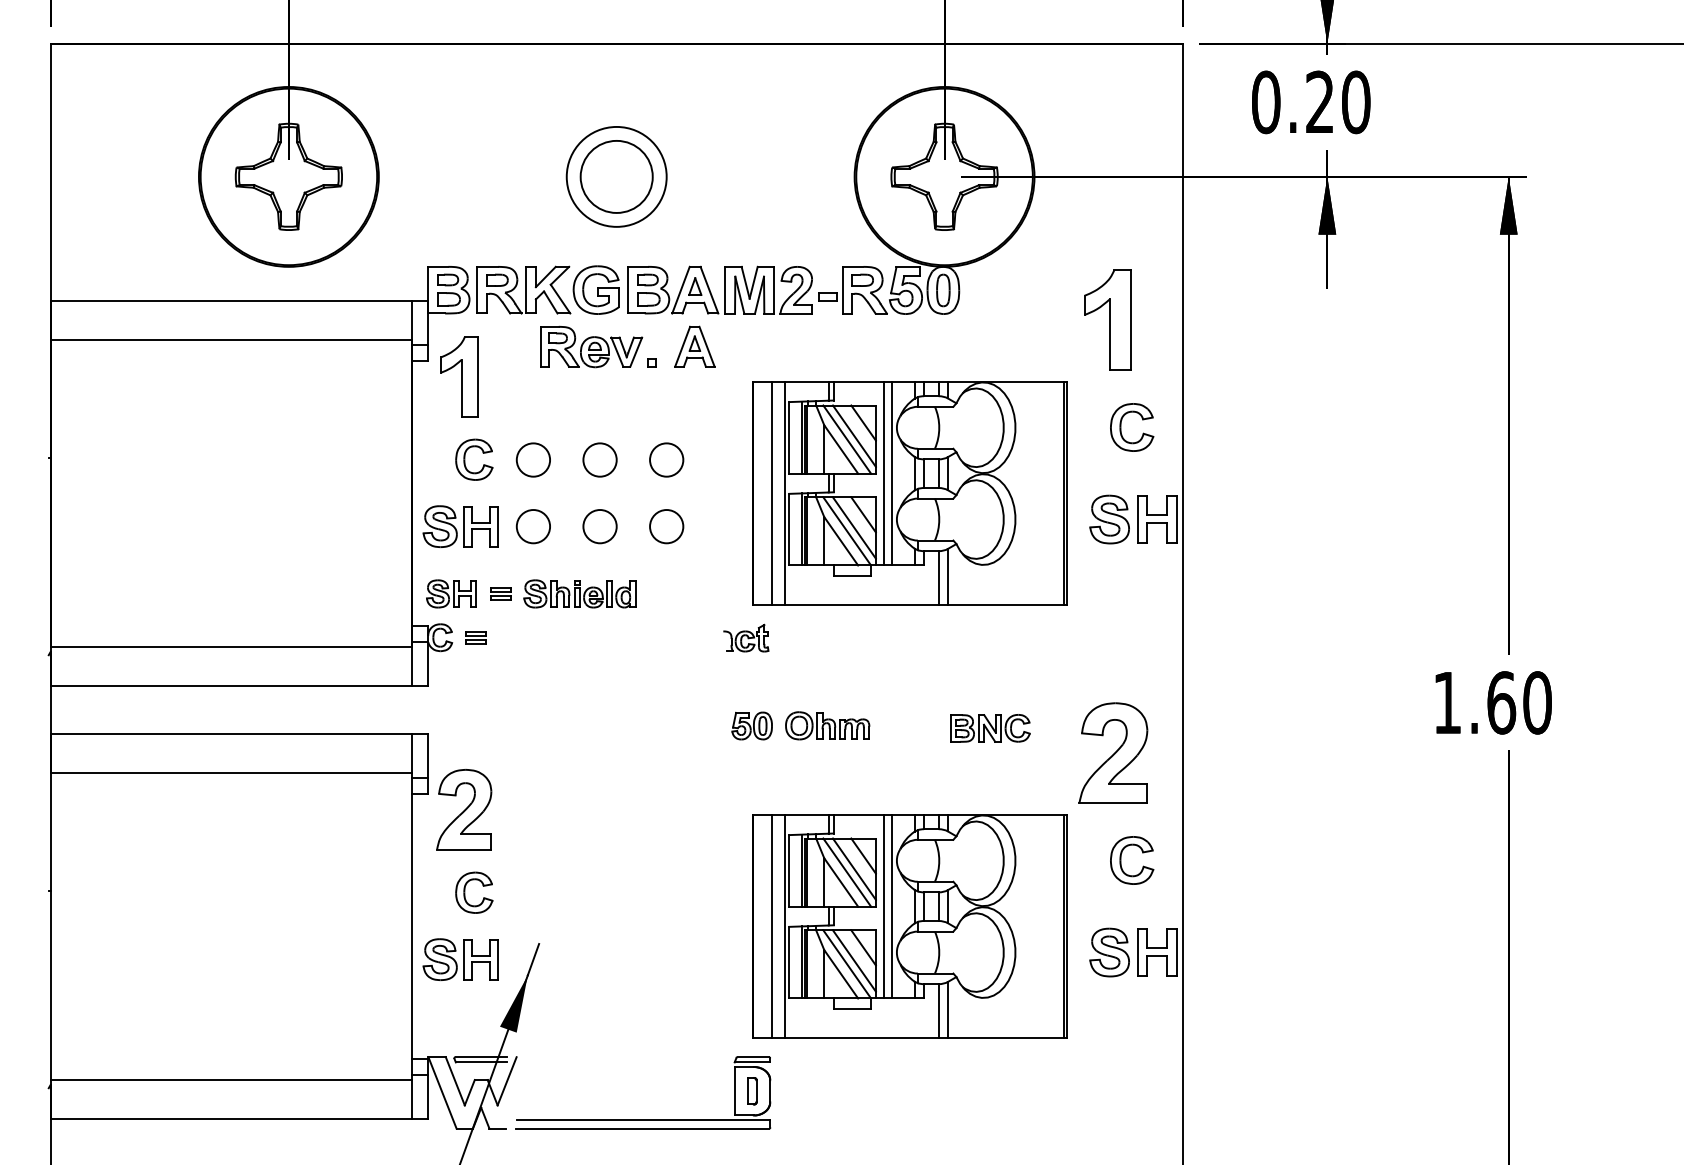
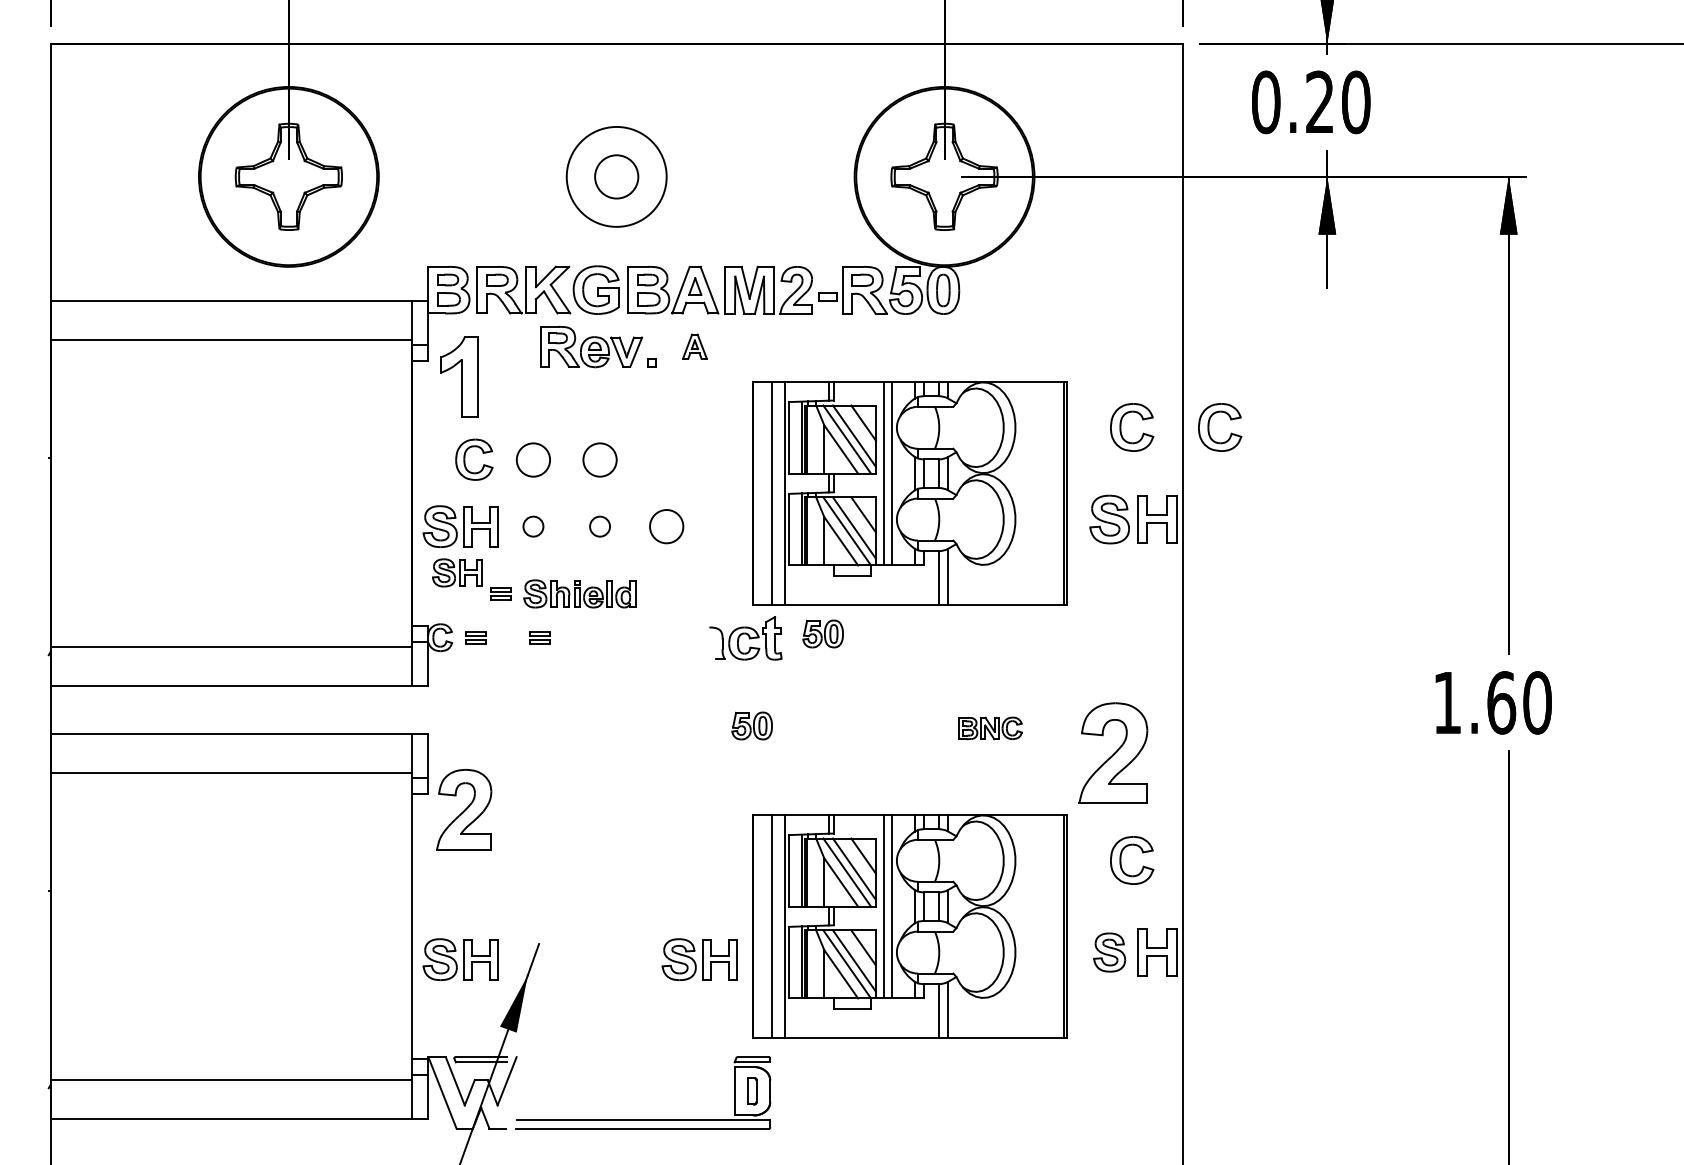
circle at (616, 176) diameter: 72 px -> 43 px
part at (1107, 319): present -> none
part at (694, 346) size: 42x43 px -> 26x27 px
part at (1209, 427): none -> present
circle at (666, 459): present -> none
circle at (533, 526) diameter: 33 px -> 20 px
circle at (599, 526) diameter: 33 px -> 20 px
part at (451, 593) position: (451, 593) -> (457, 572)
part at (822, 633): none -> present
part at (539, 637): none -> present
part at (746, 637) size: 47x30 px -> 74x45 px
part at (827, 725): present -> none
part at (990, 728) size: 81x29 px -> 65x25 px
part at (465, 892): present -> none
part at (1109, 952) size: 41x51 px -> 34x41 px
part at (699, 959): none -> present
